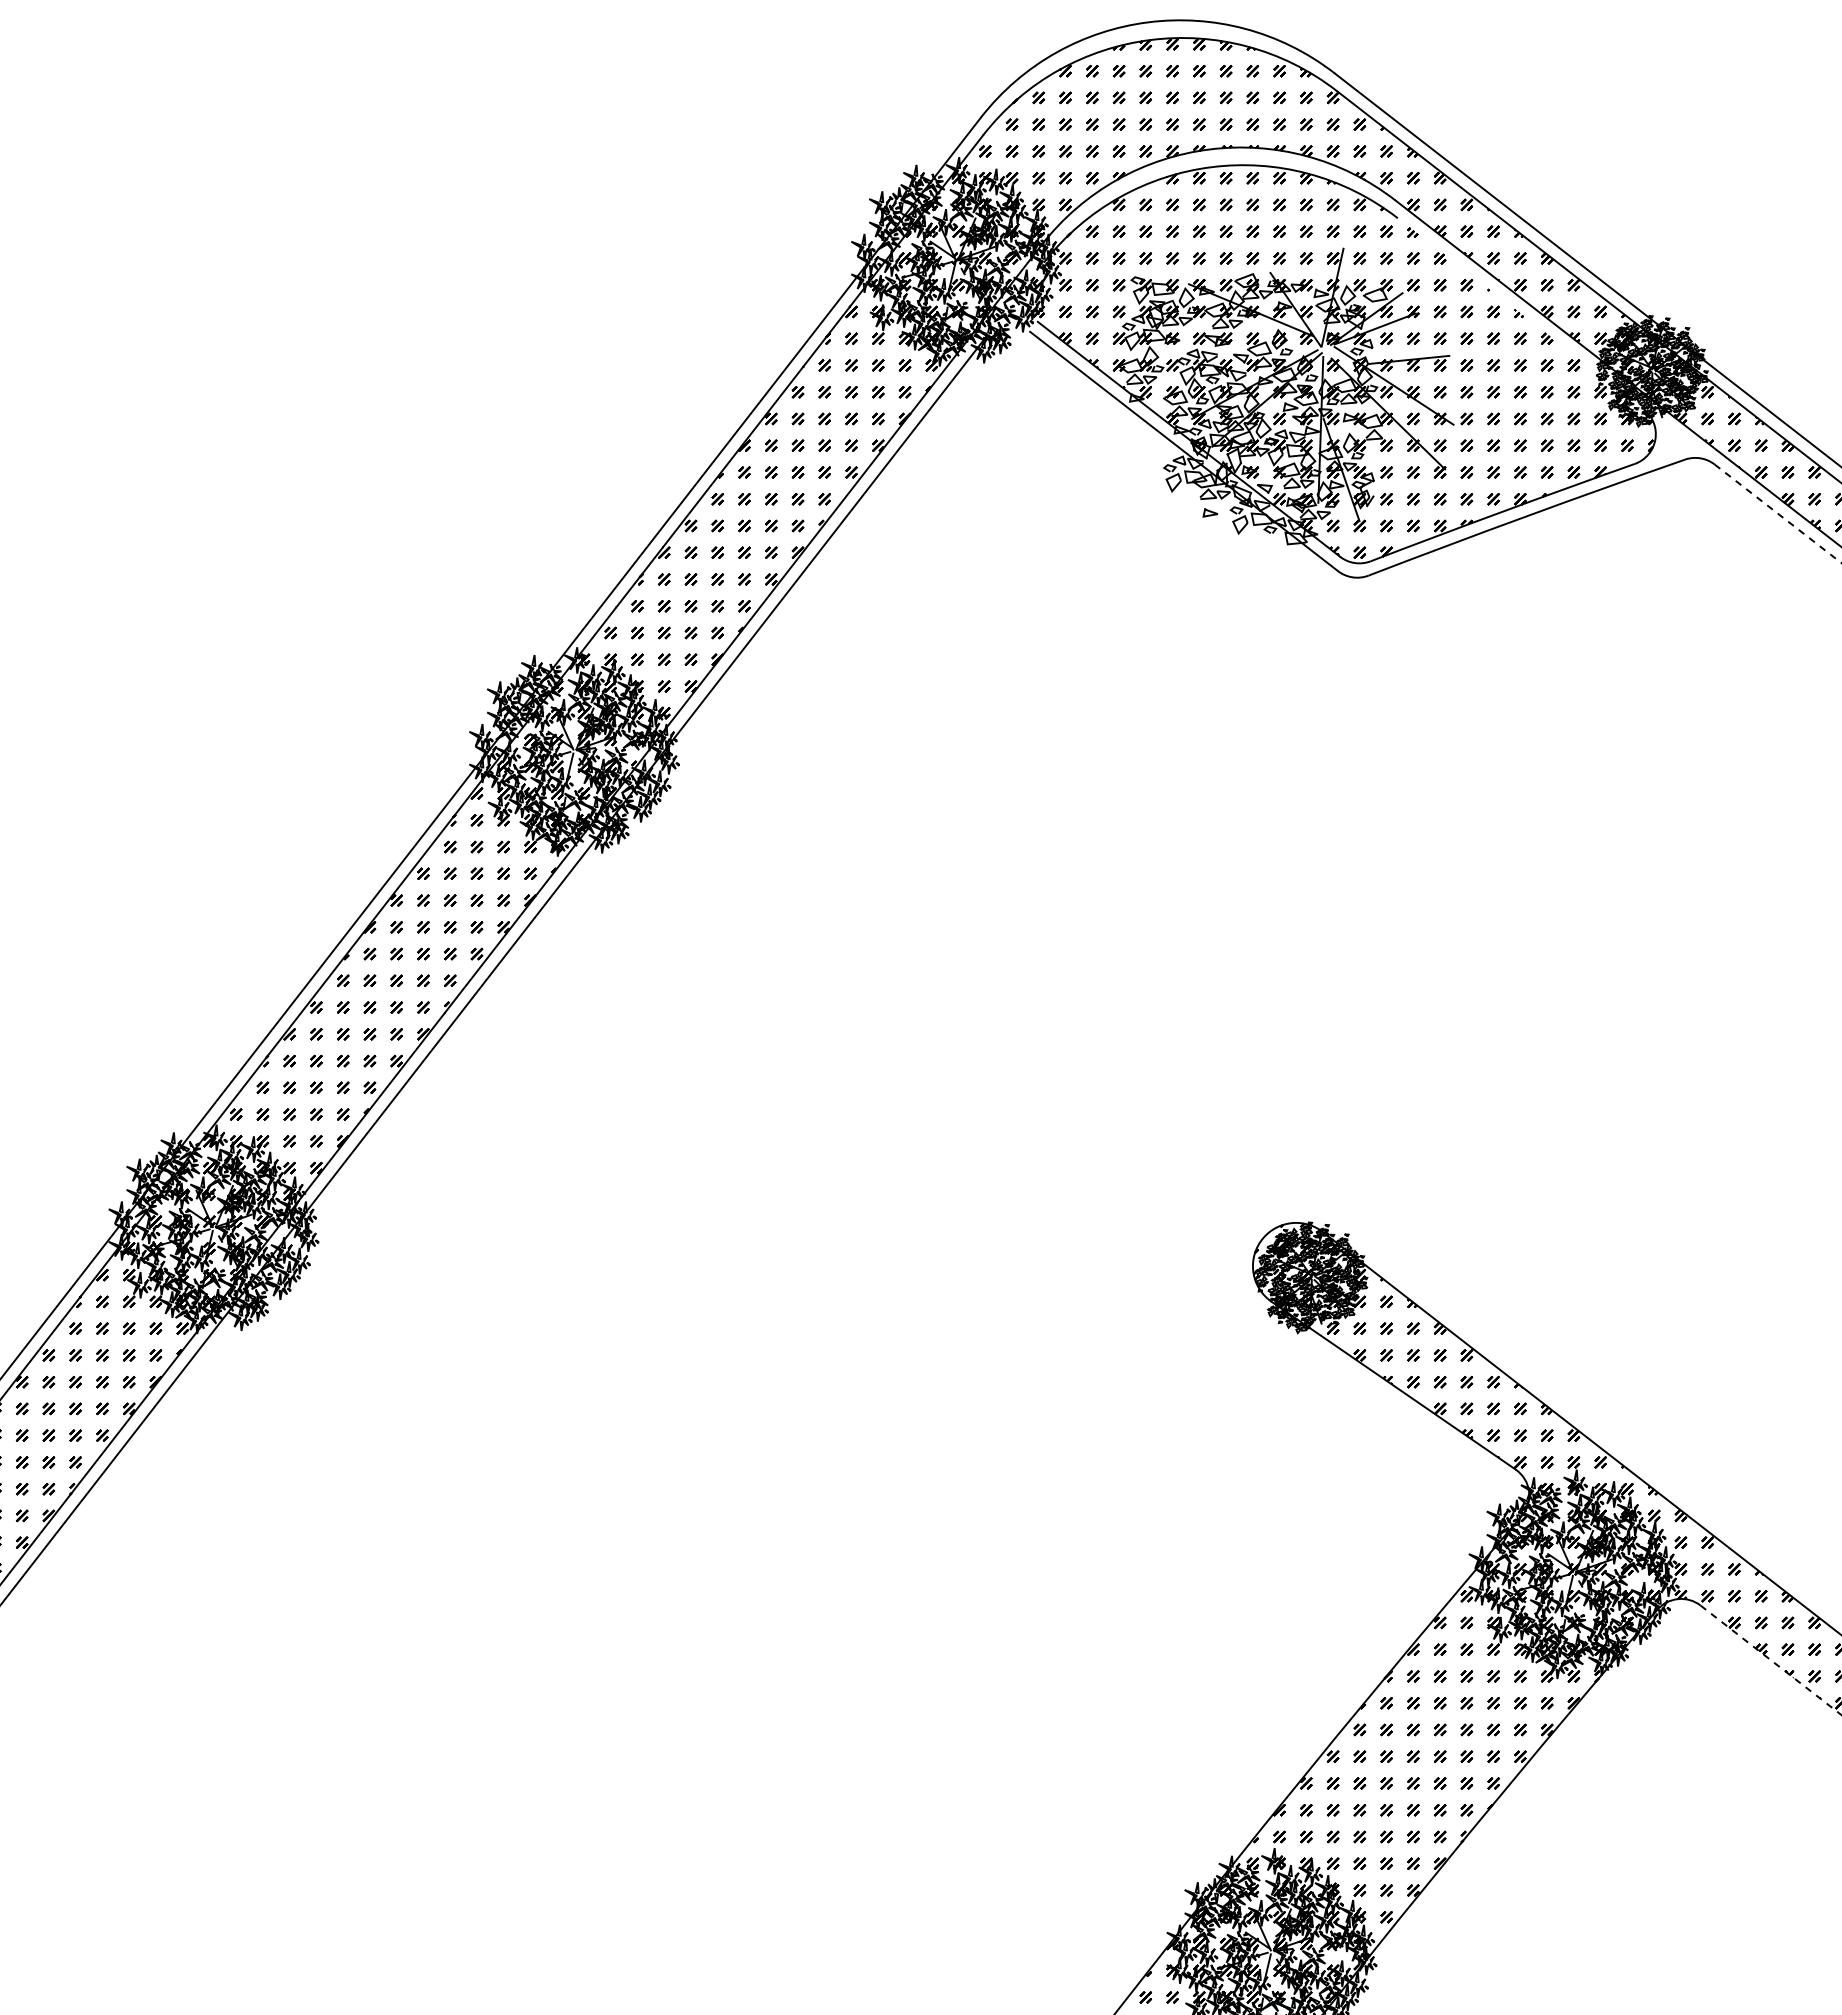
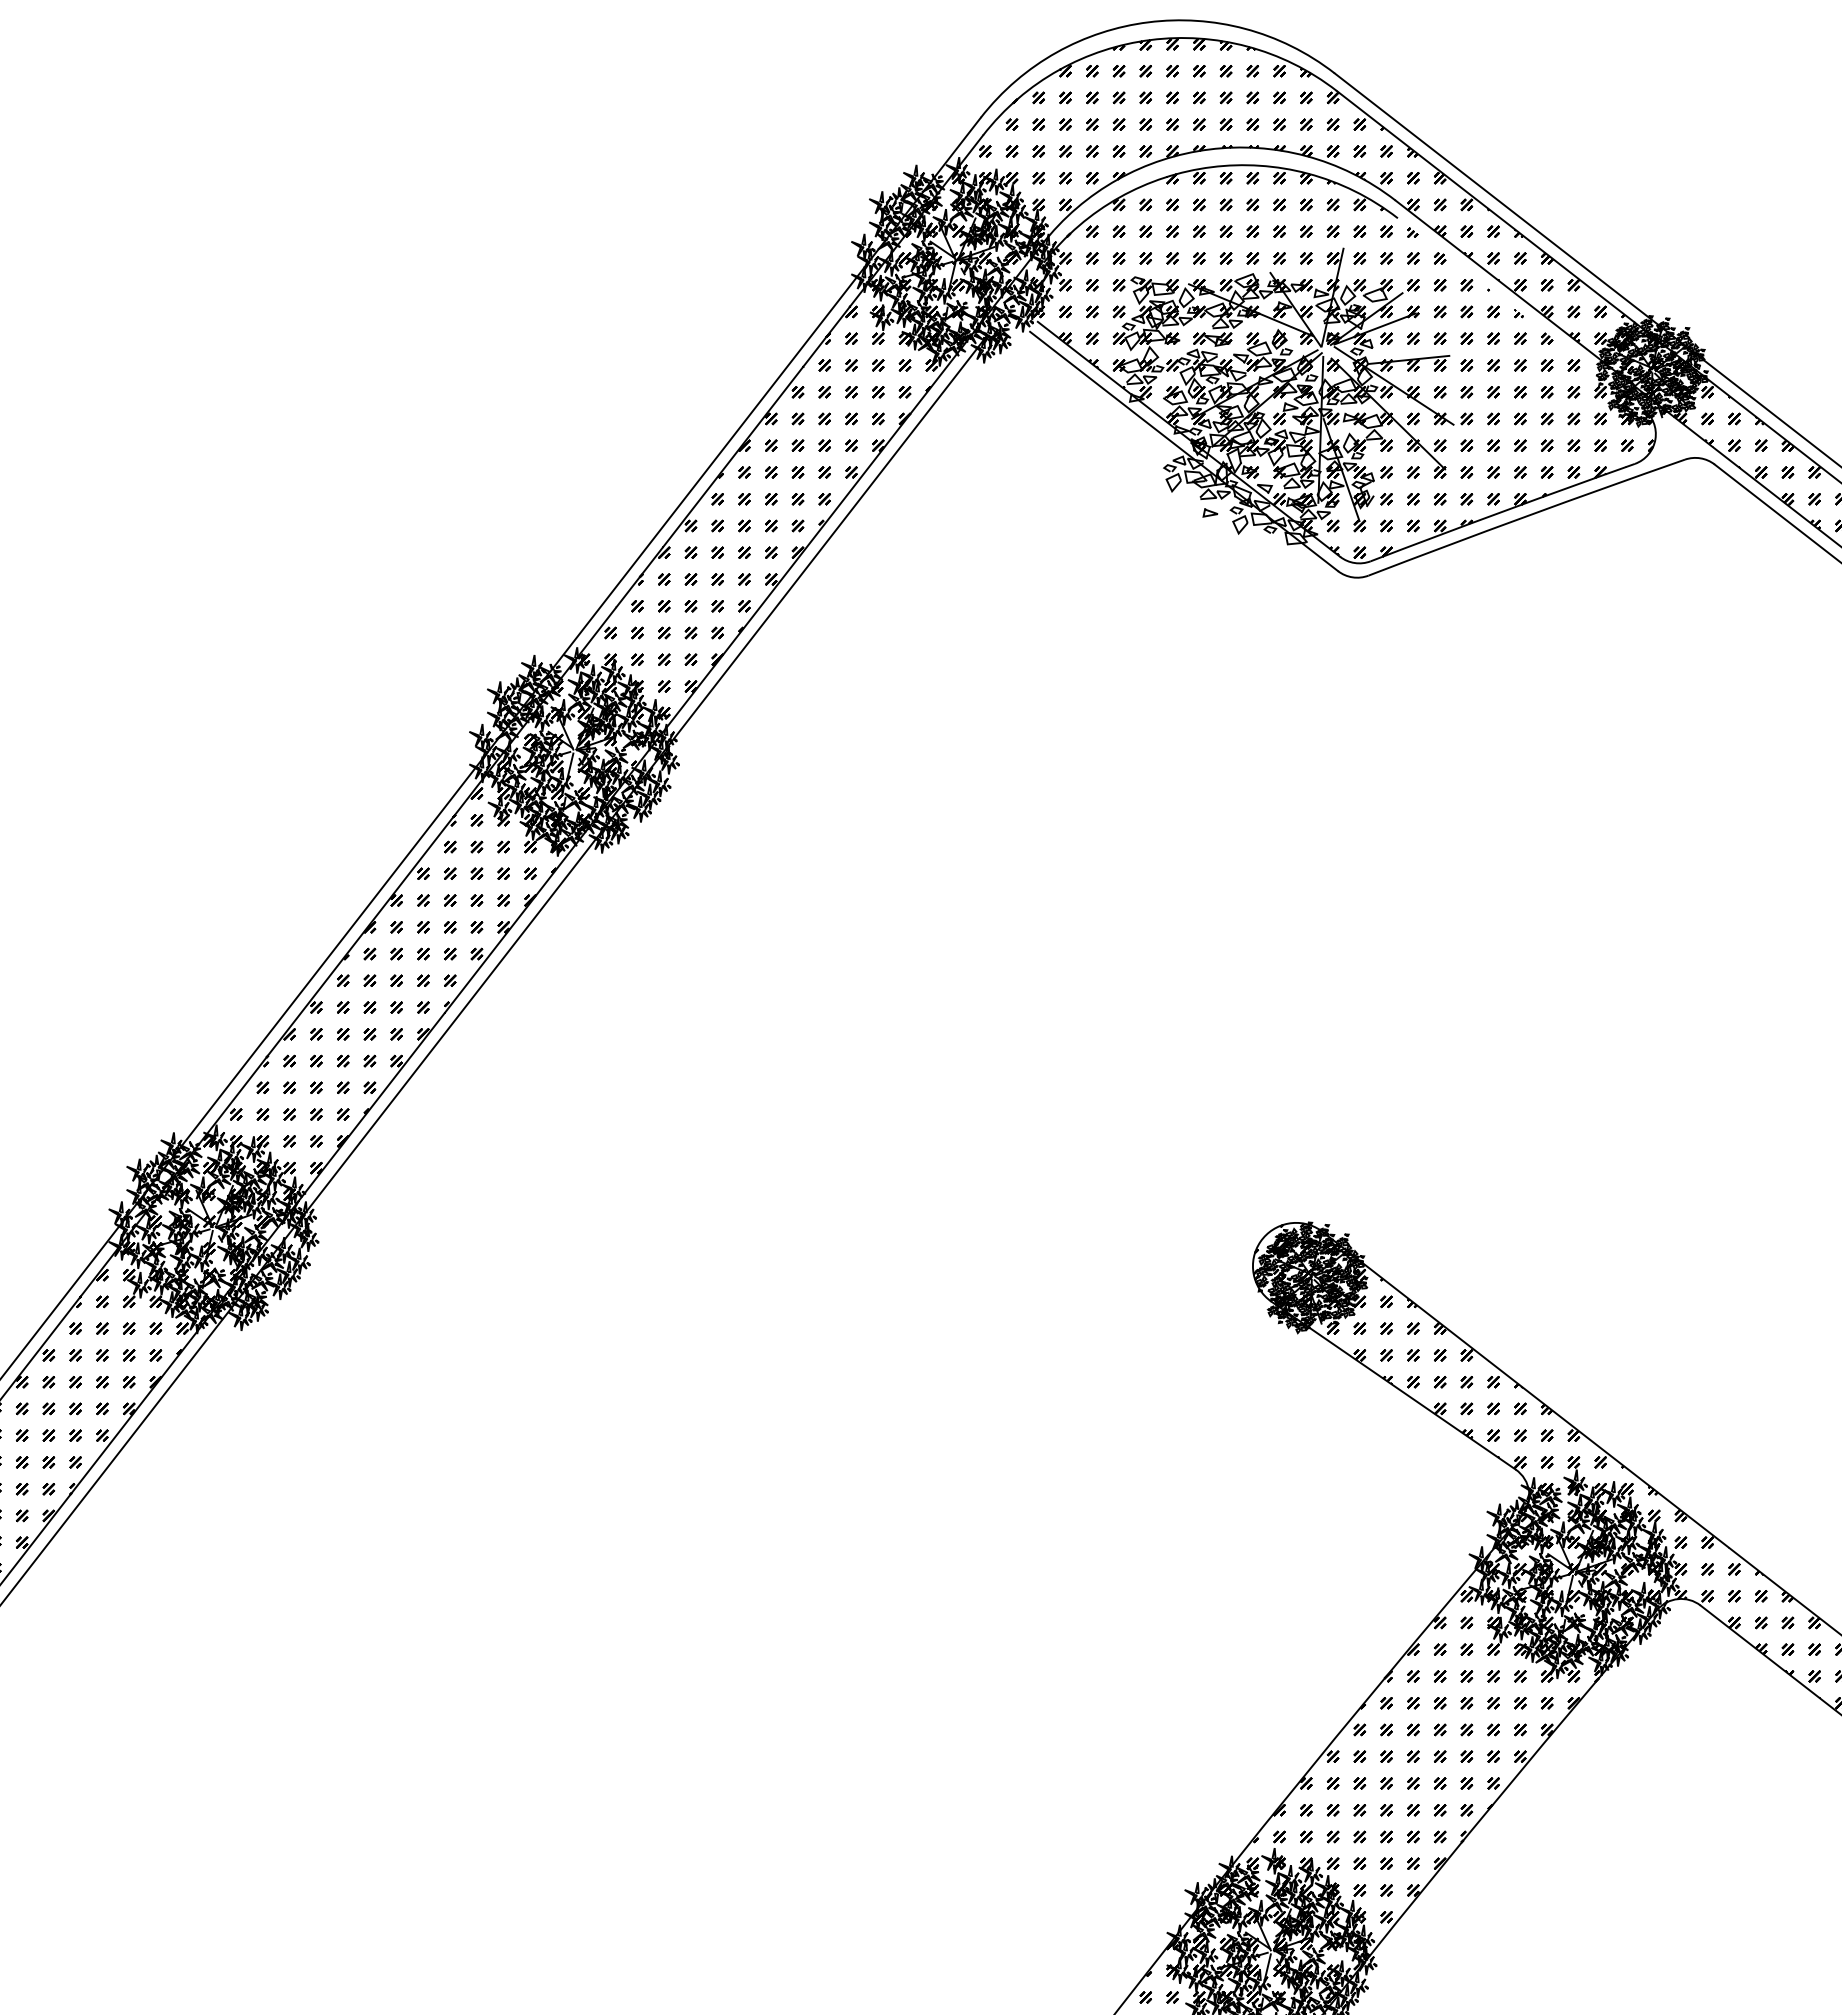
line at (1778, 514): dashed -> solid
line at (1771, 1660): dashed -> solid
